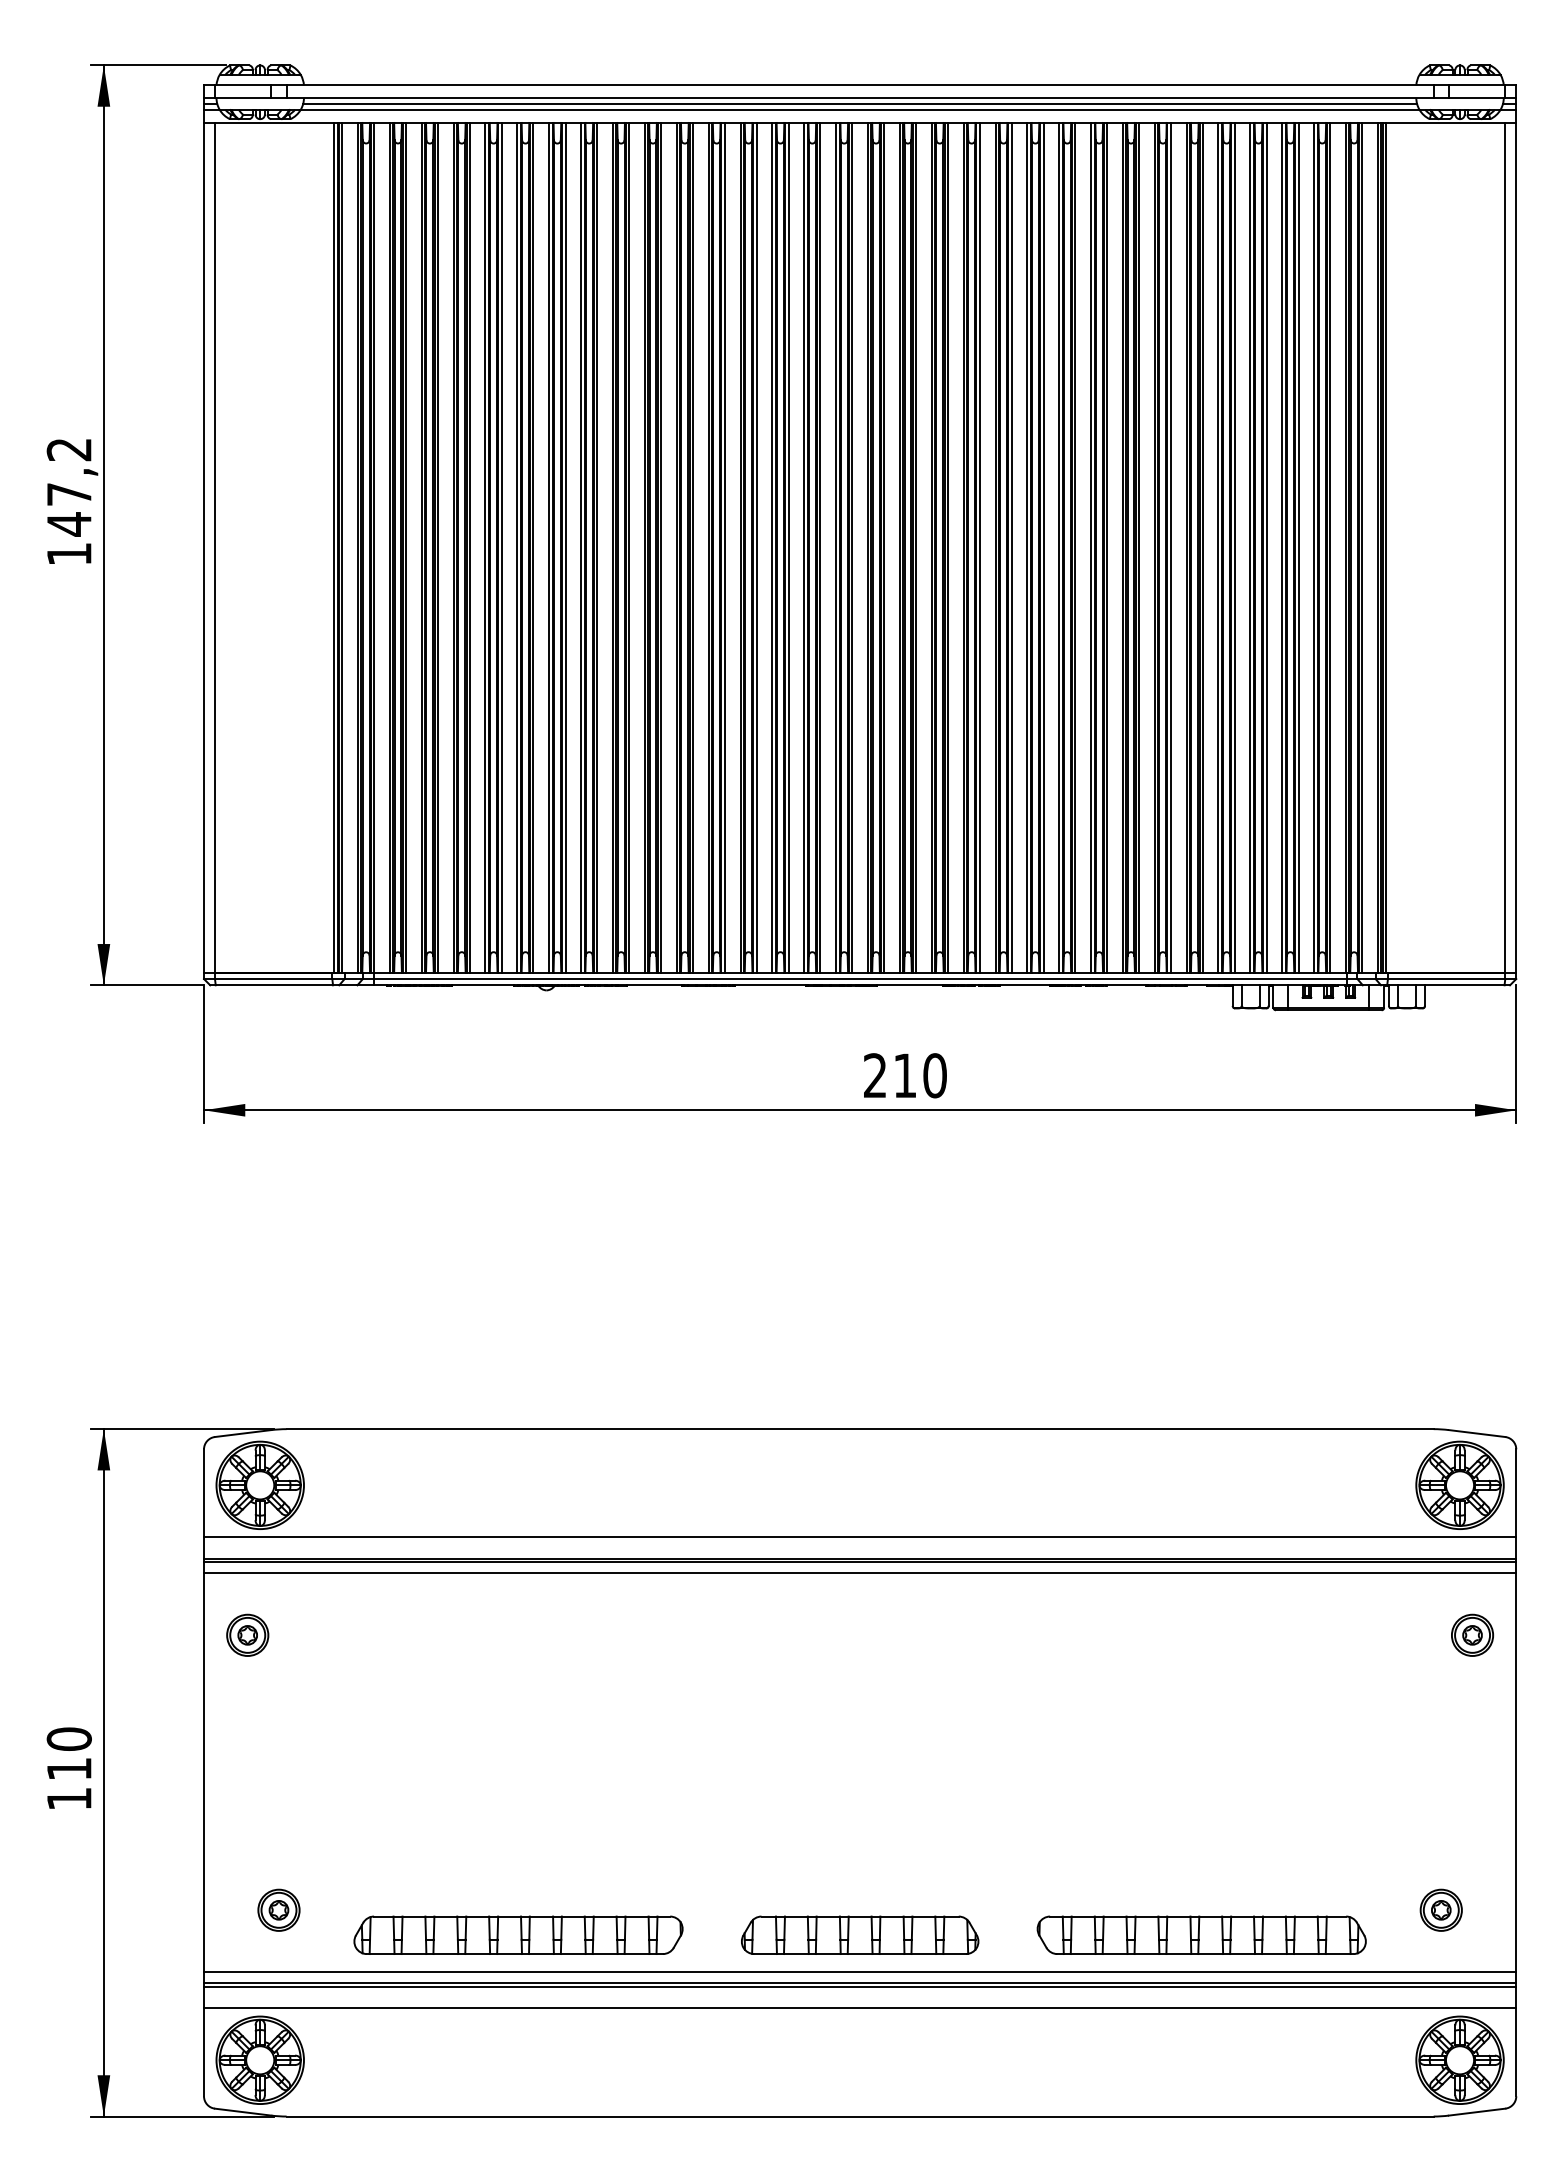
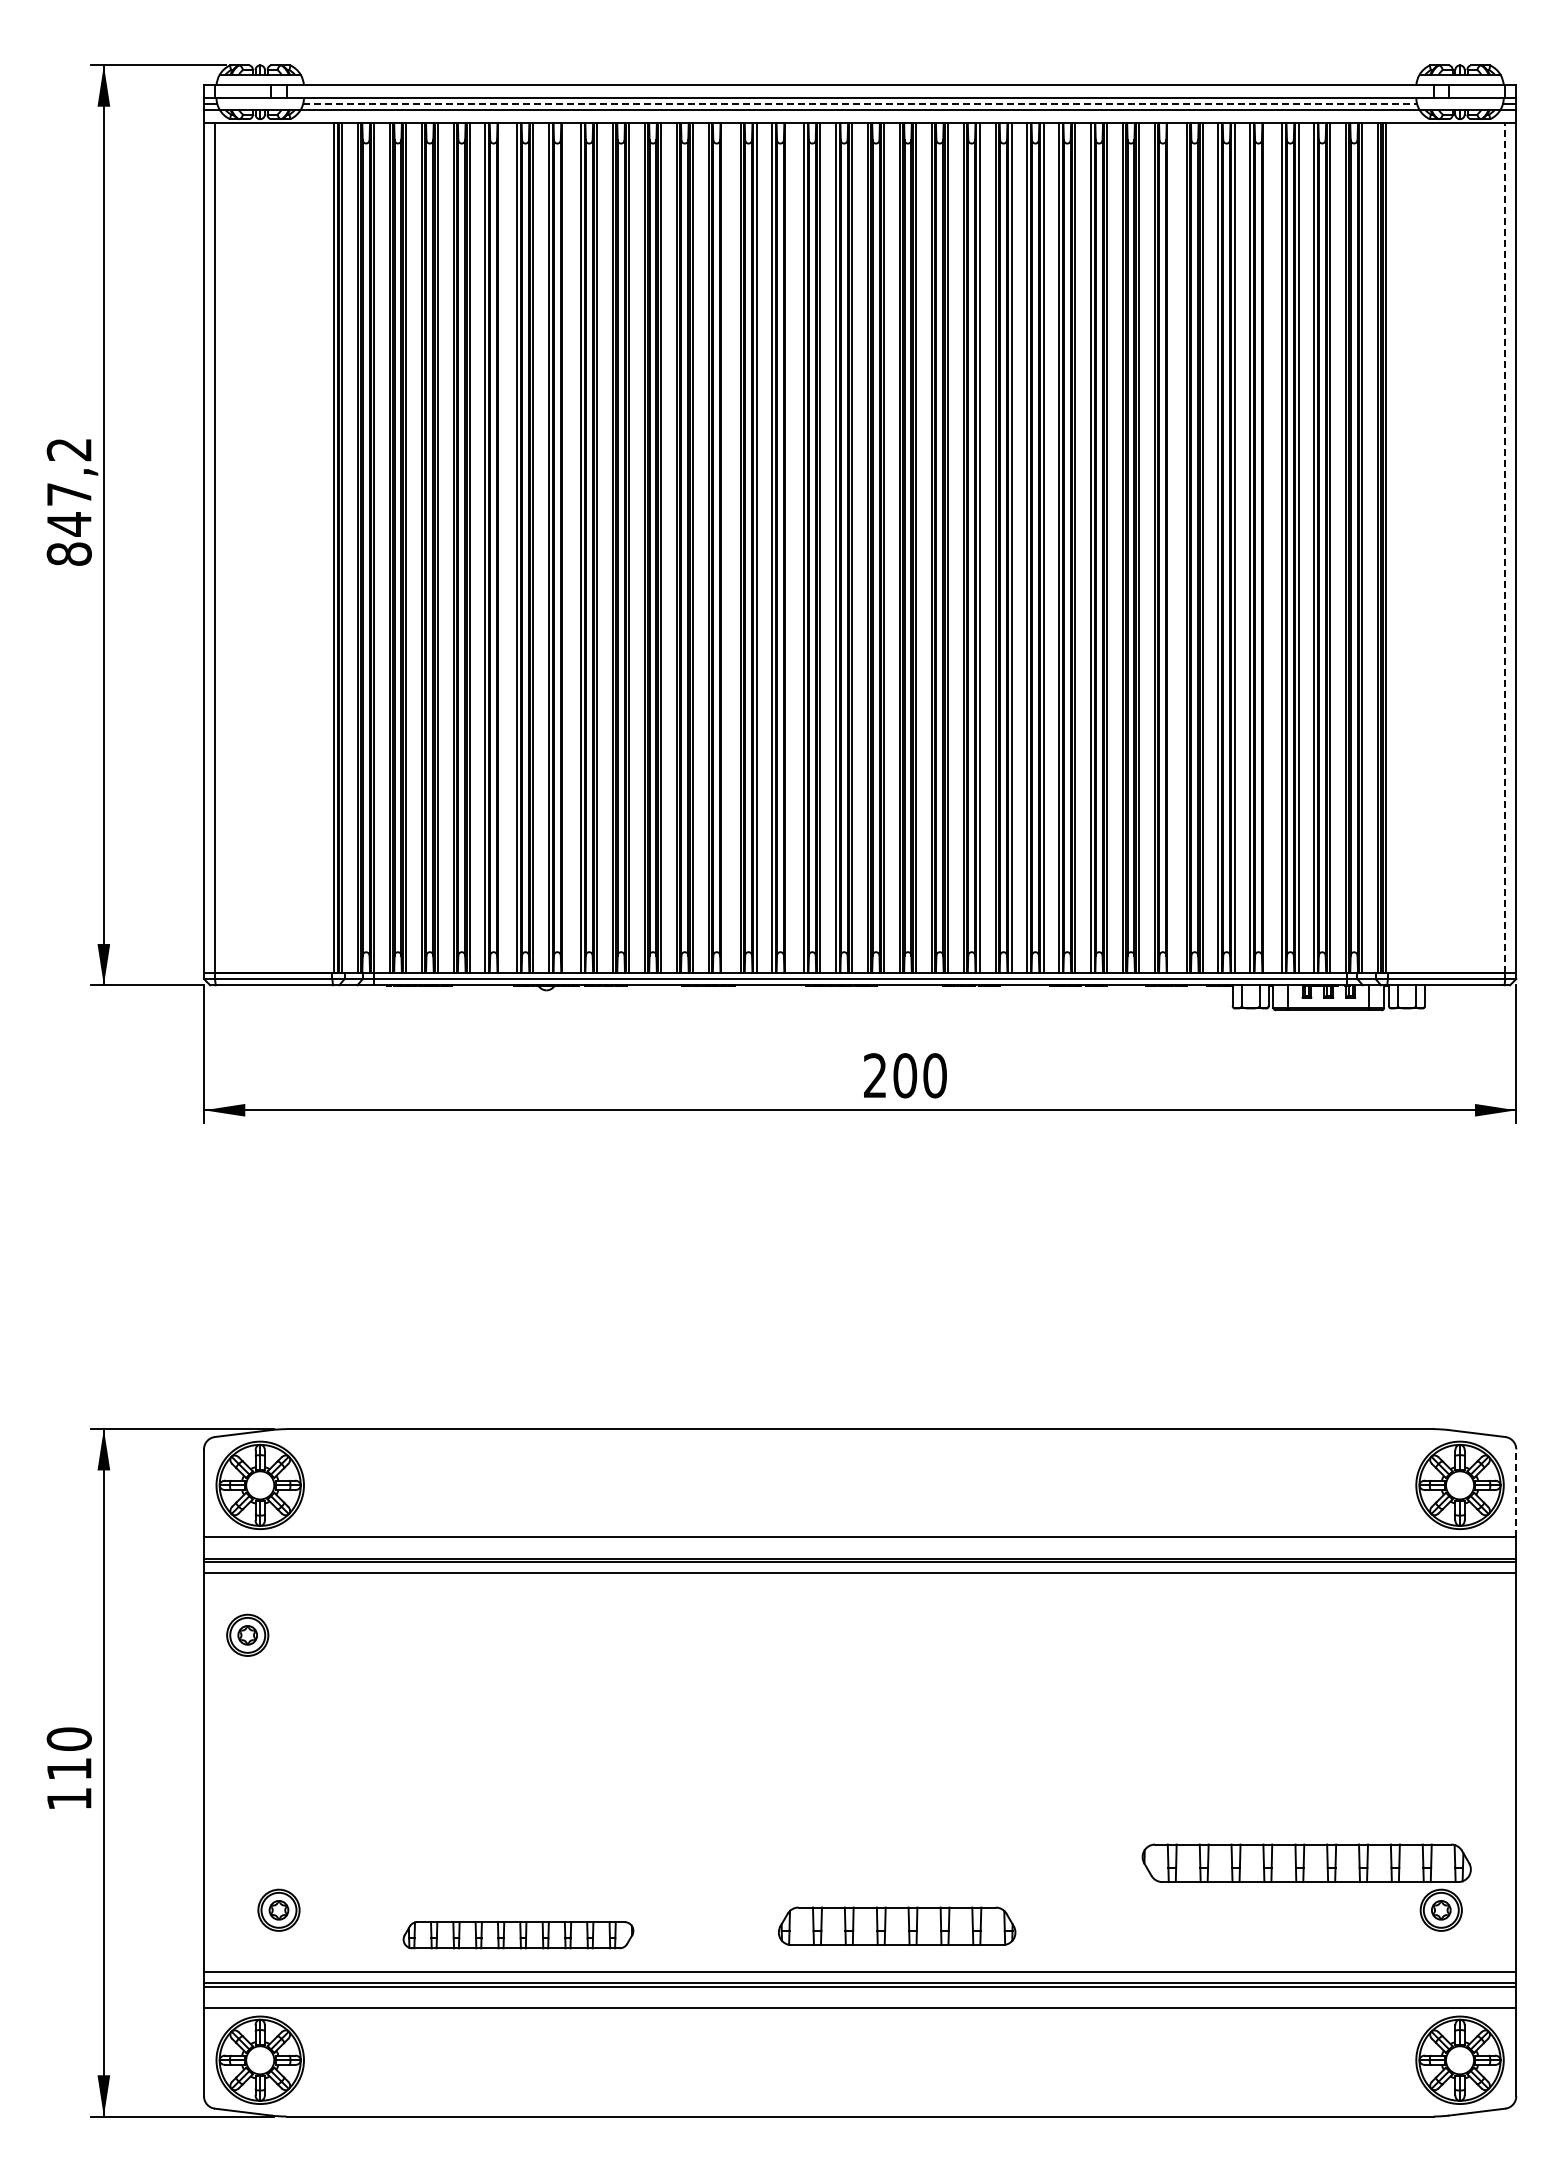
line at (860, 104): solid -> dashed
line at (501, 547): present -> none
line at (565, 547): present -> none
line at (724, 547): present -> none
line at (788, 547): present -> none
line at (1170, 547): present -> none
line at (1266, 547): present -> none
line at (1505, 547): solid -> dashed
text at (68, 553): 147,2 -> 847,2
text at (905, 1075): 210 -> 200
line at (1516, 1493): solid -> dashed
part at (1472, 1634): present -> none
part at (518, 1934) size: 331x40 px -> 233x29 px
part at (860, 1934) position: (860, 1934) -> (897, 1925)
part at (1201, 1934) position: (1201, 1934) -> (1306, 1862)
